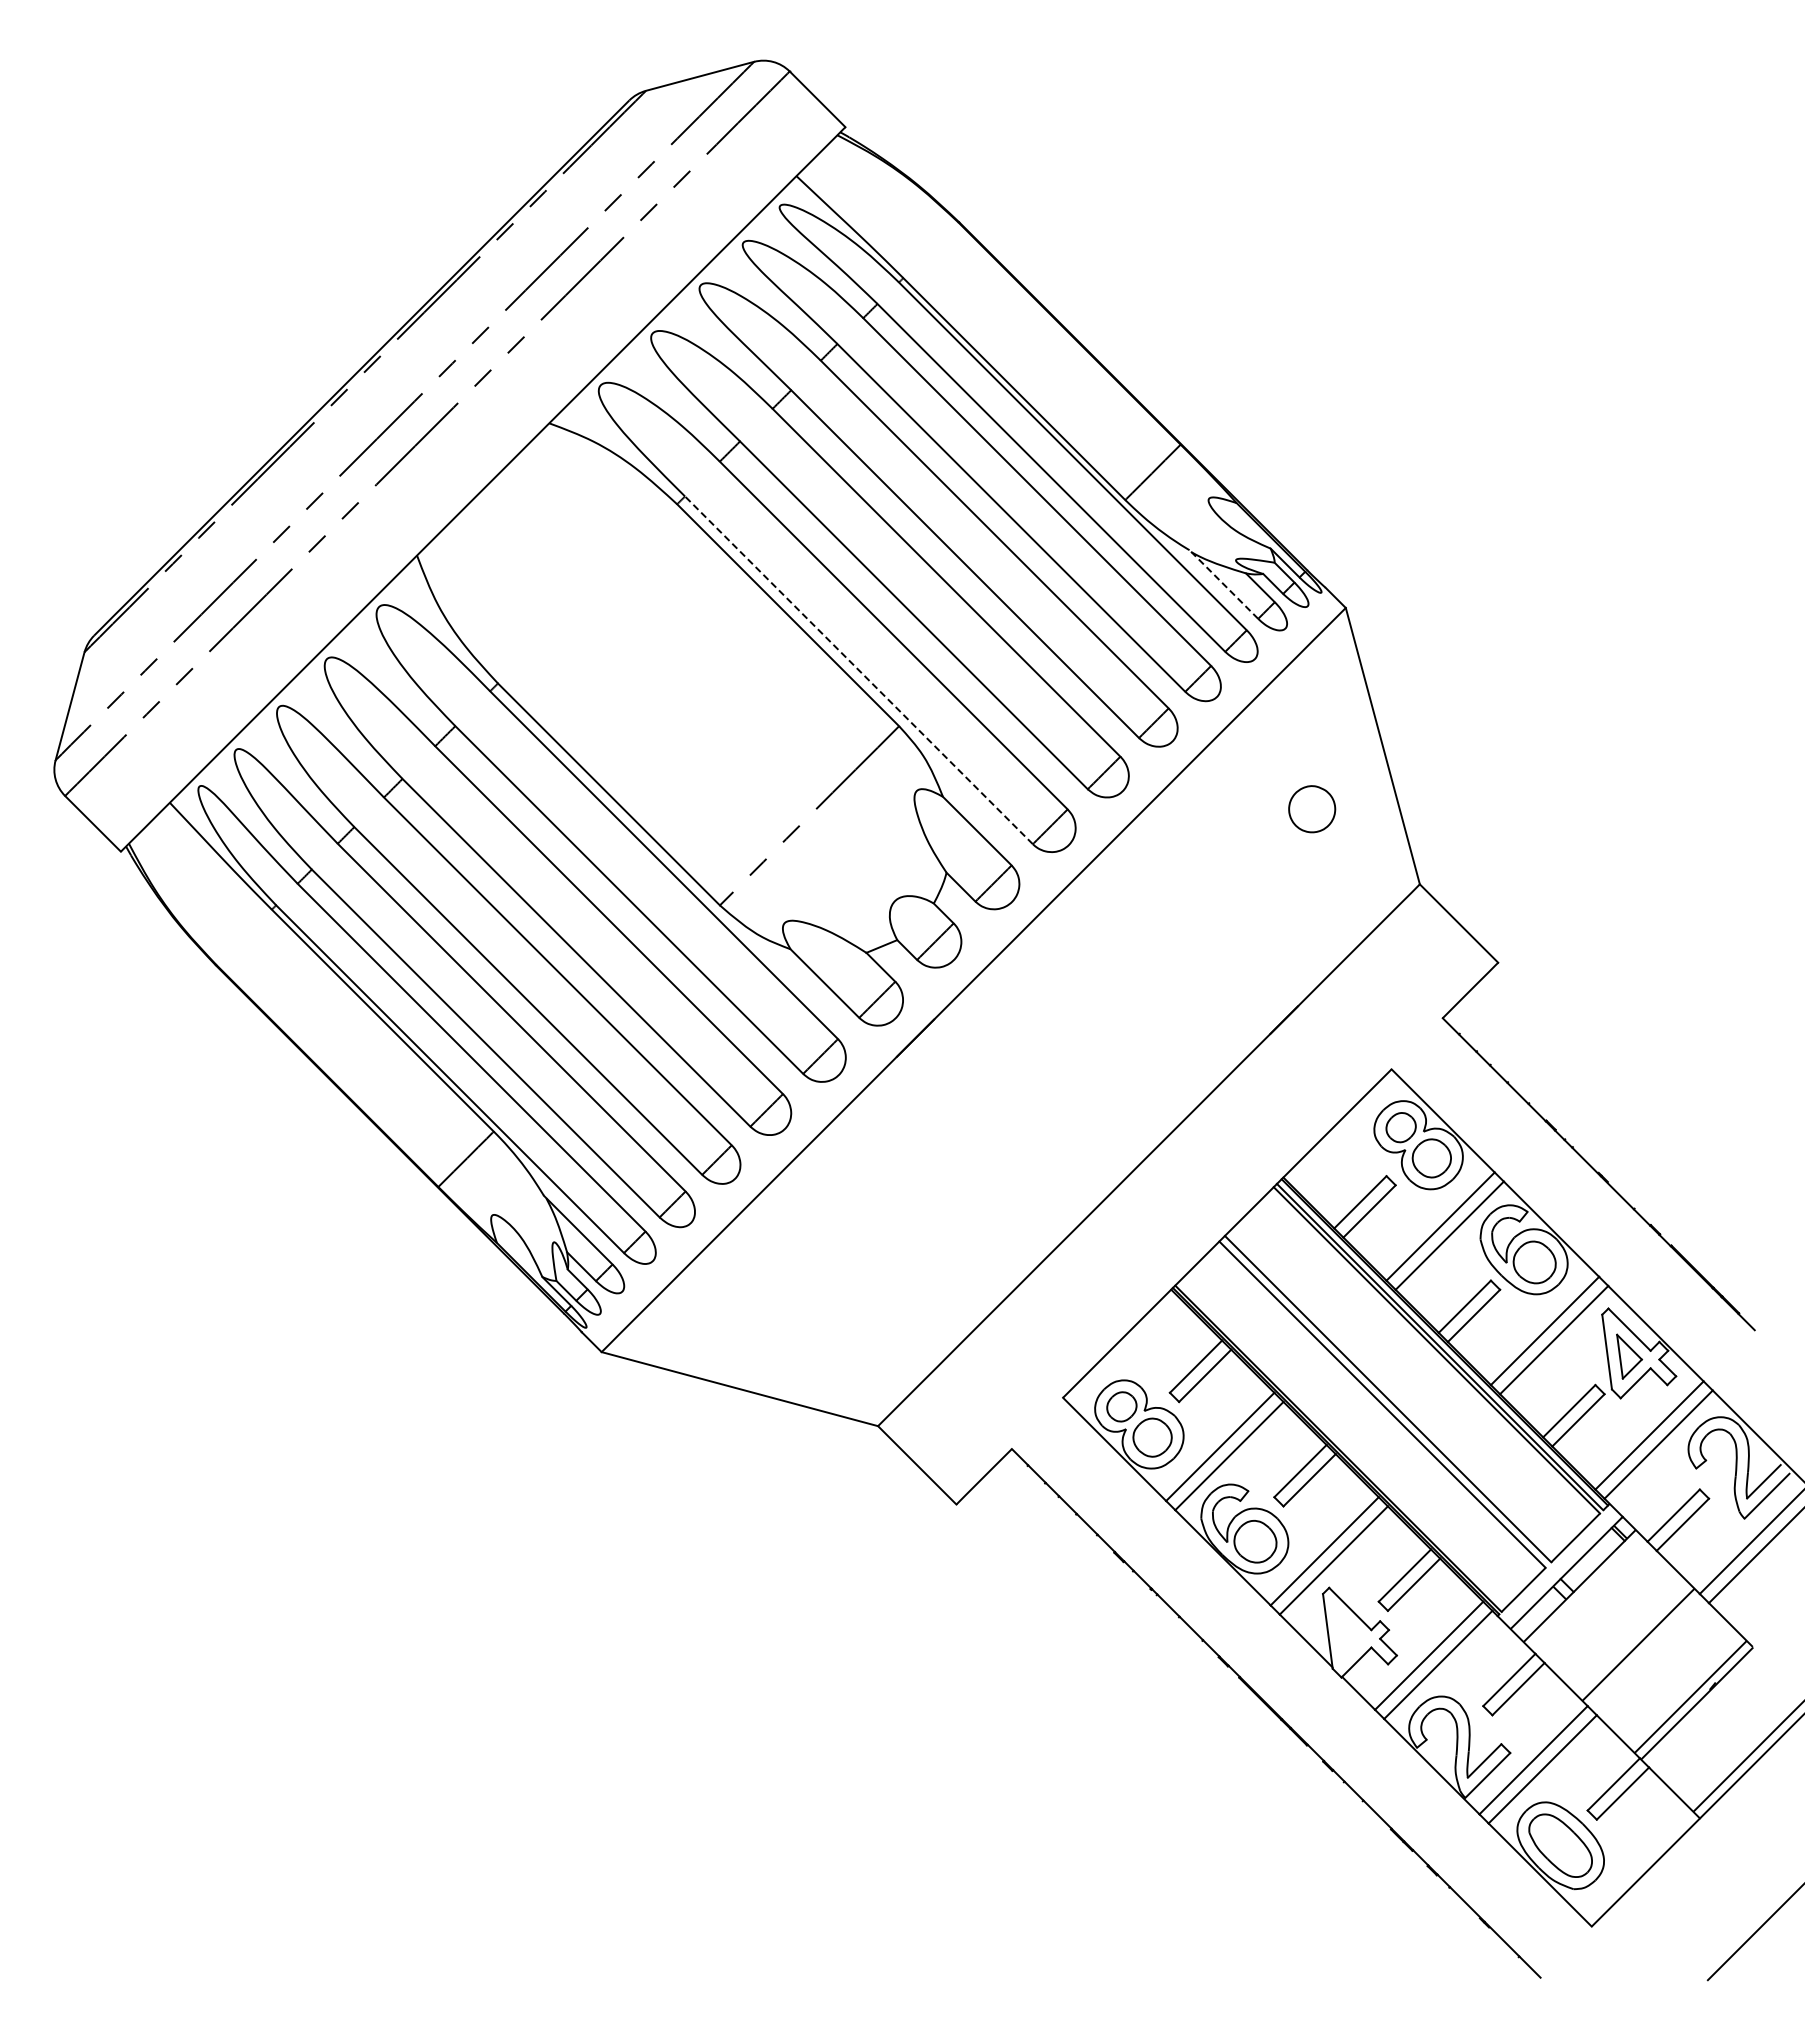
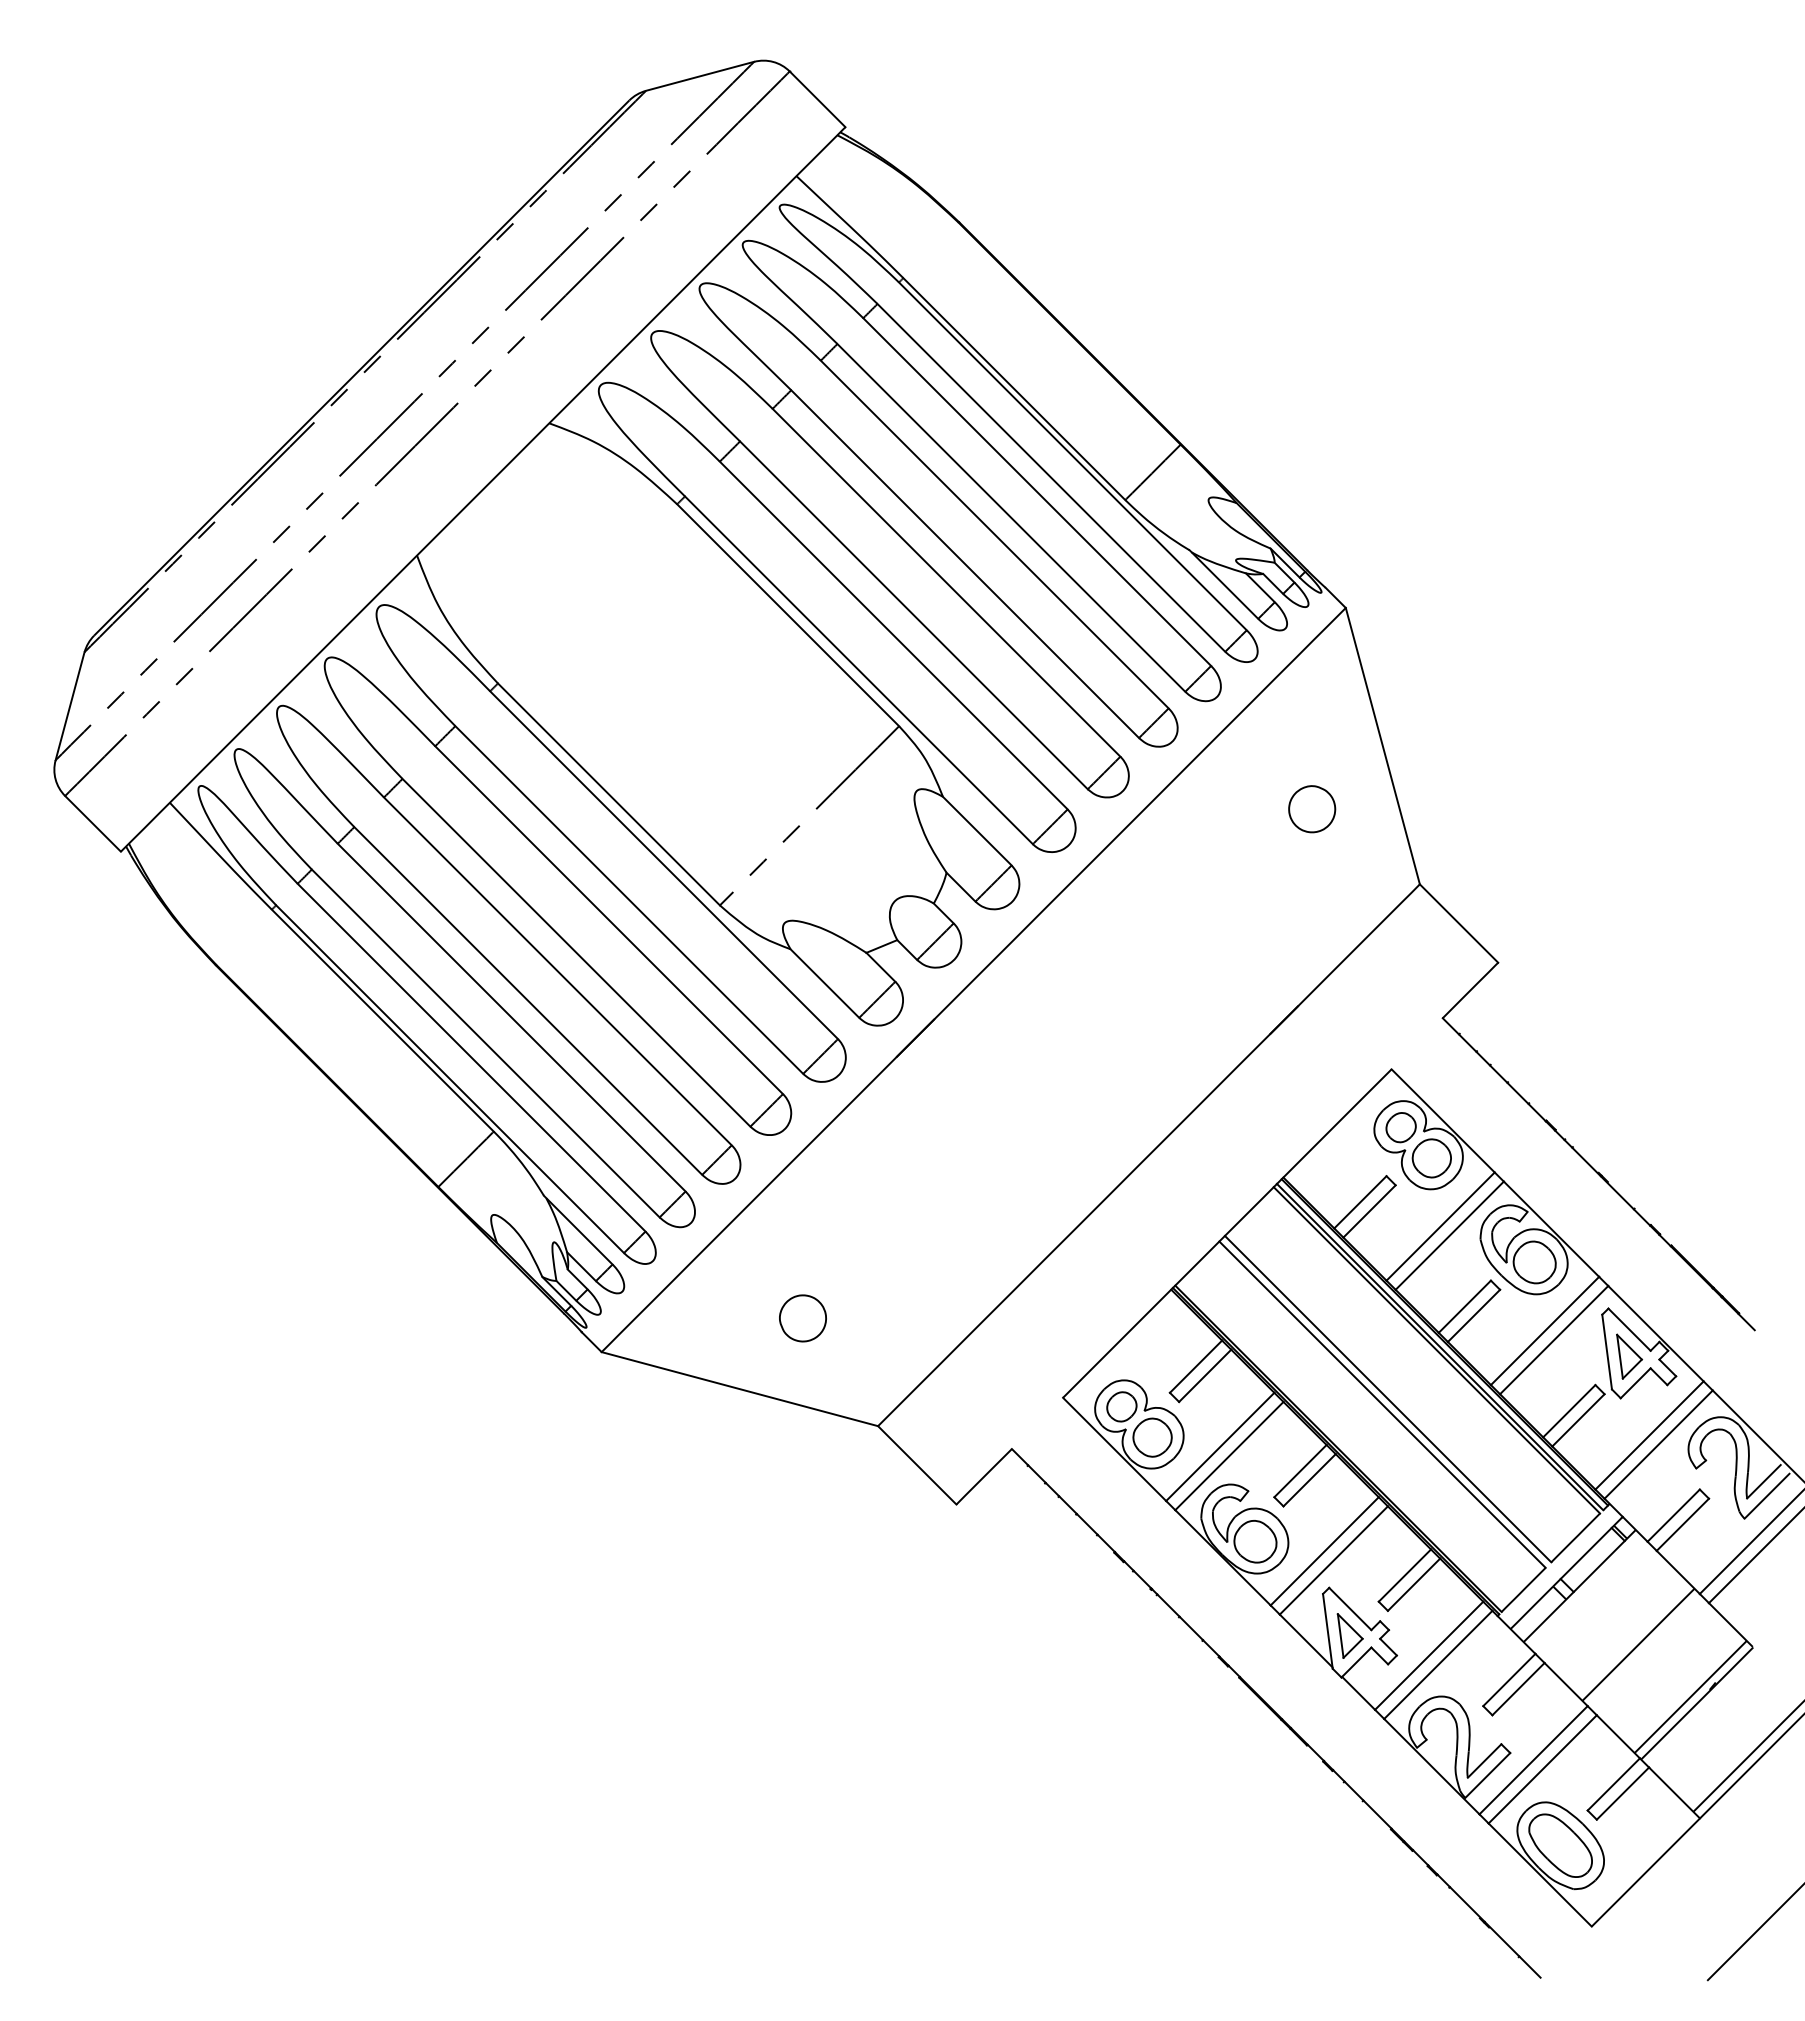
line at (1223, 584): dashed -> solid
line at (858, 670): dashed -> solid
part at (802, 1318): none -> present
part at (1349, 1635): none -> present
